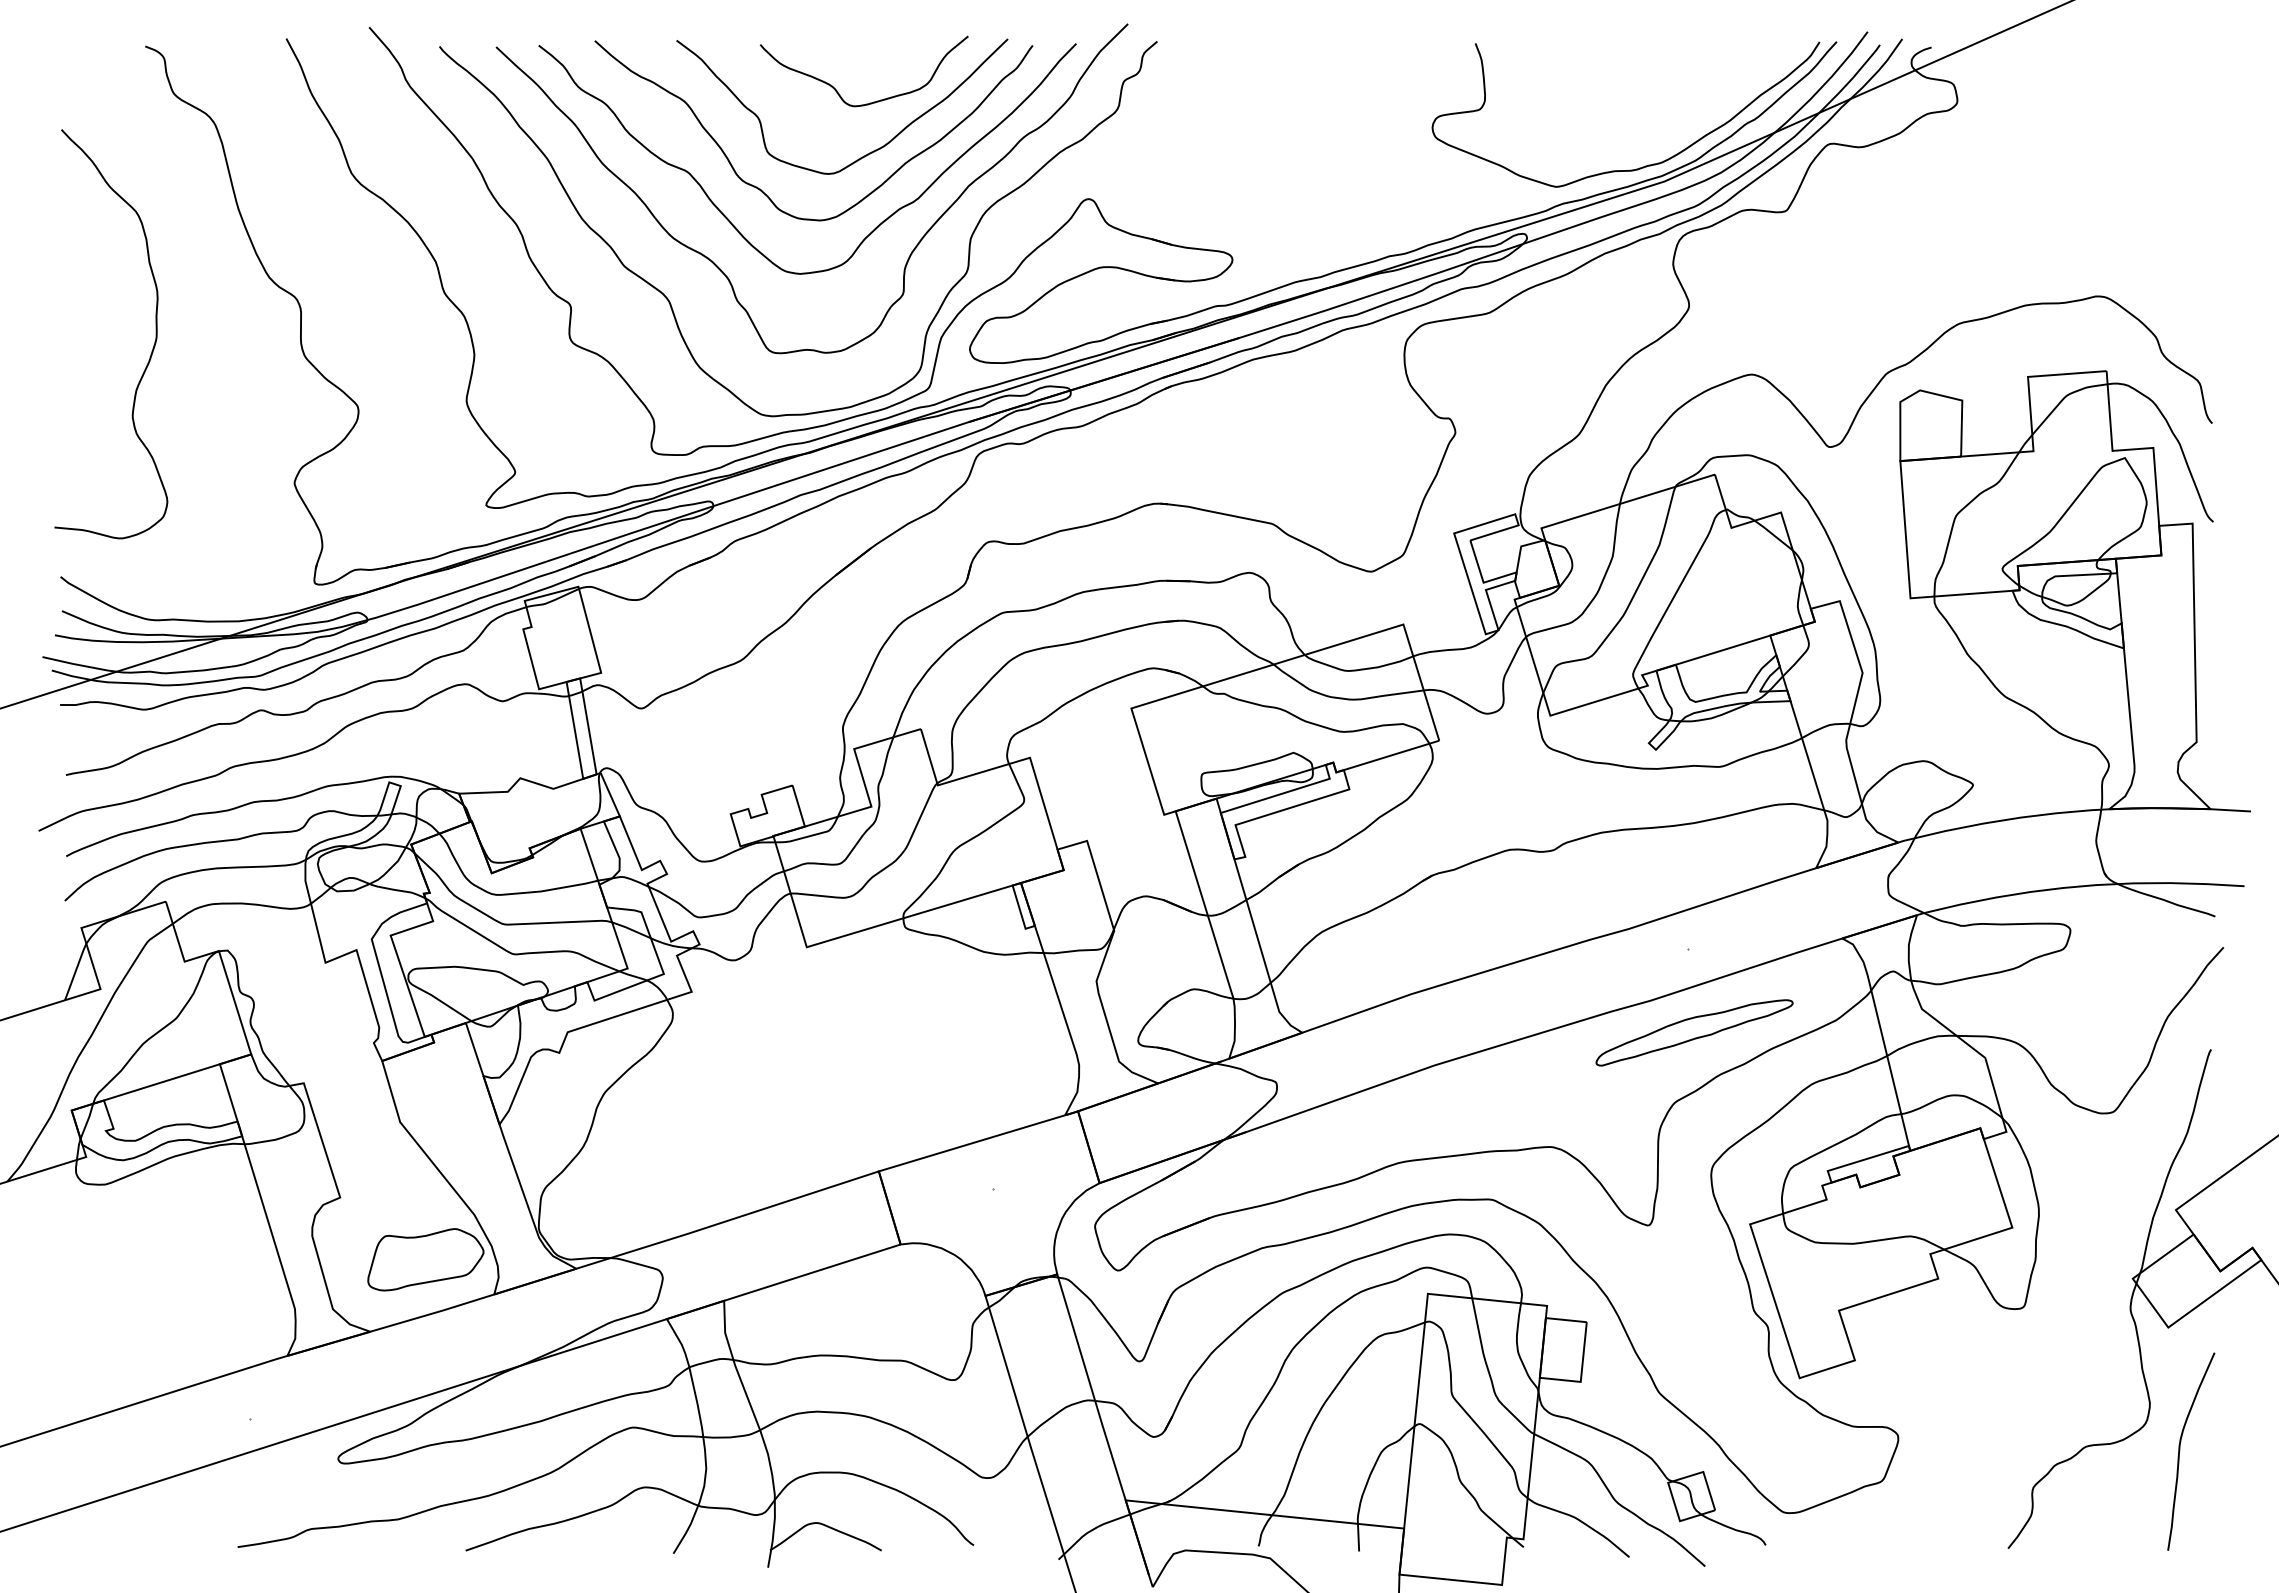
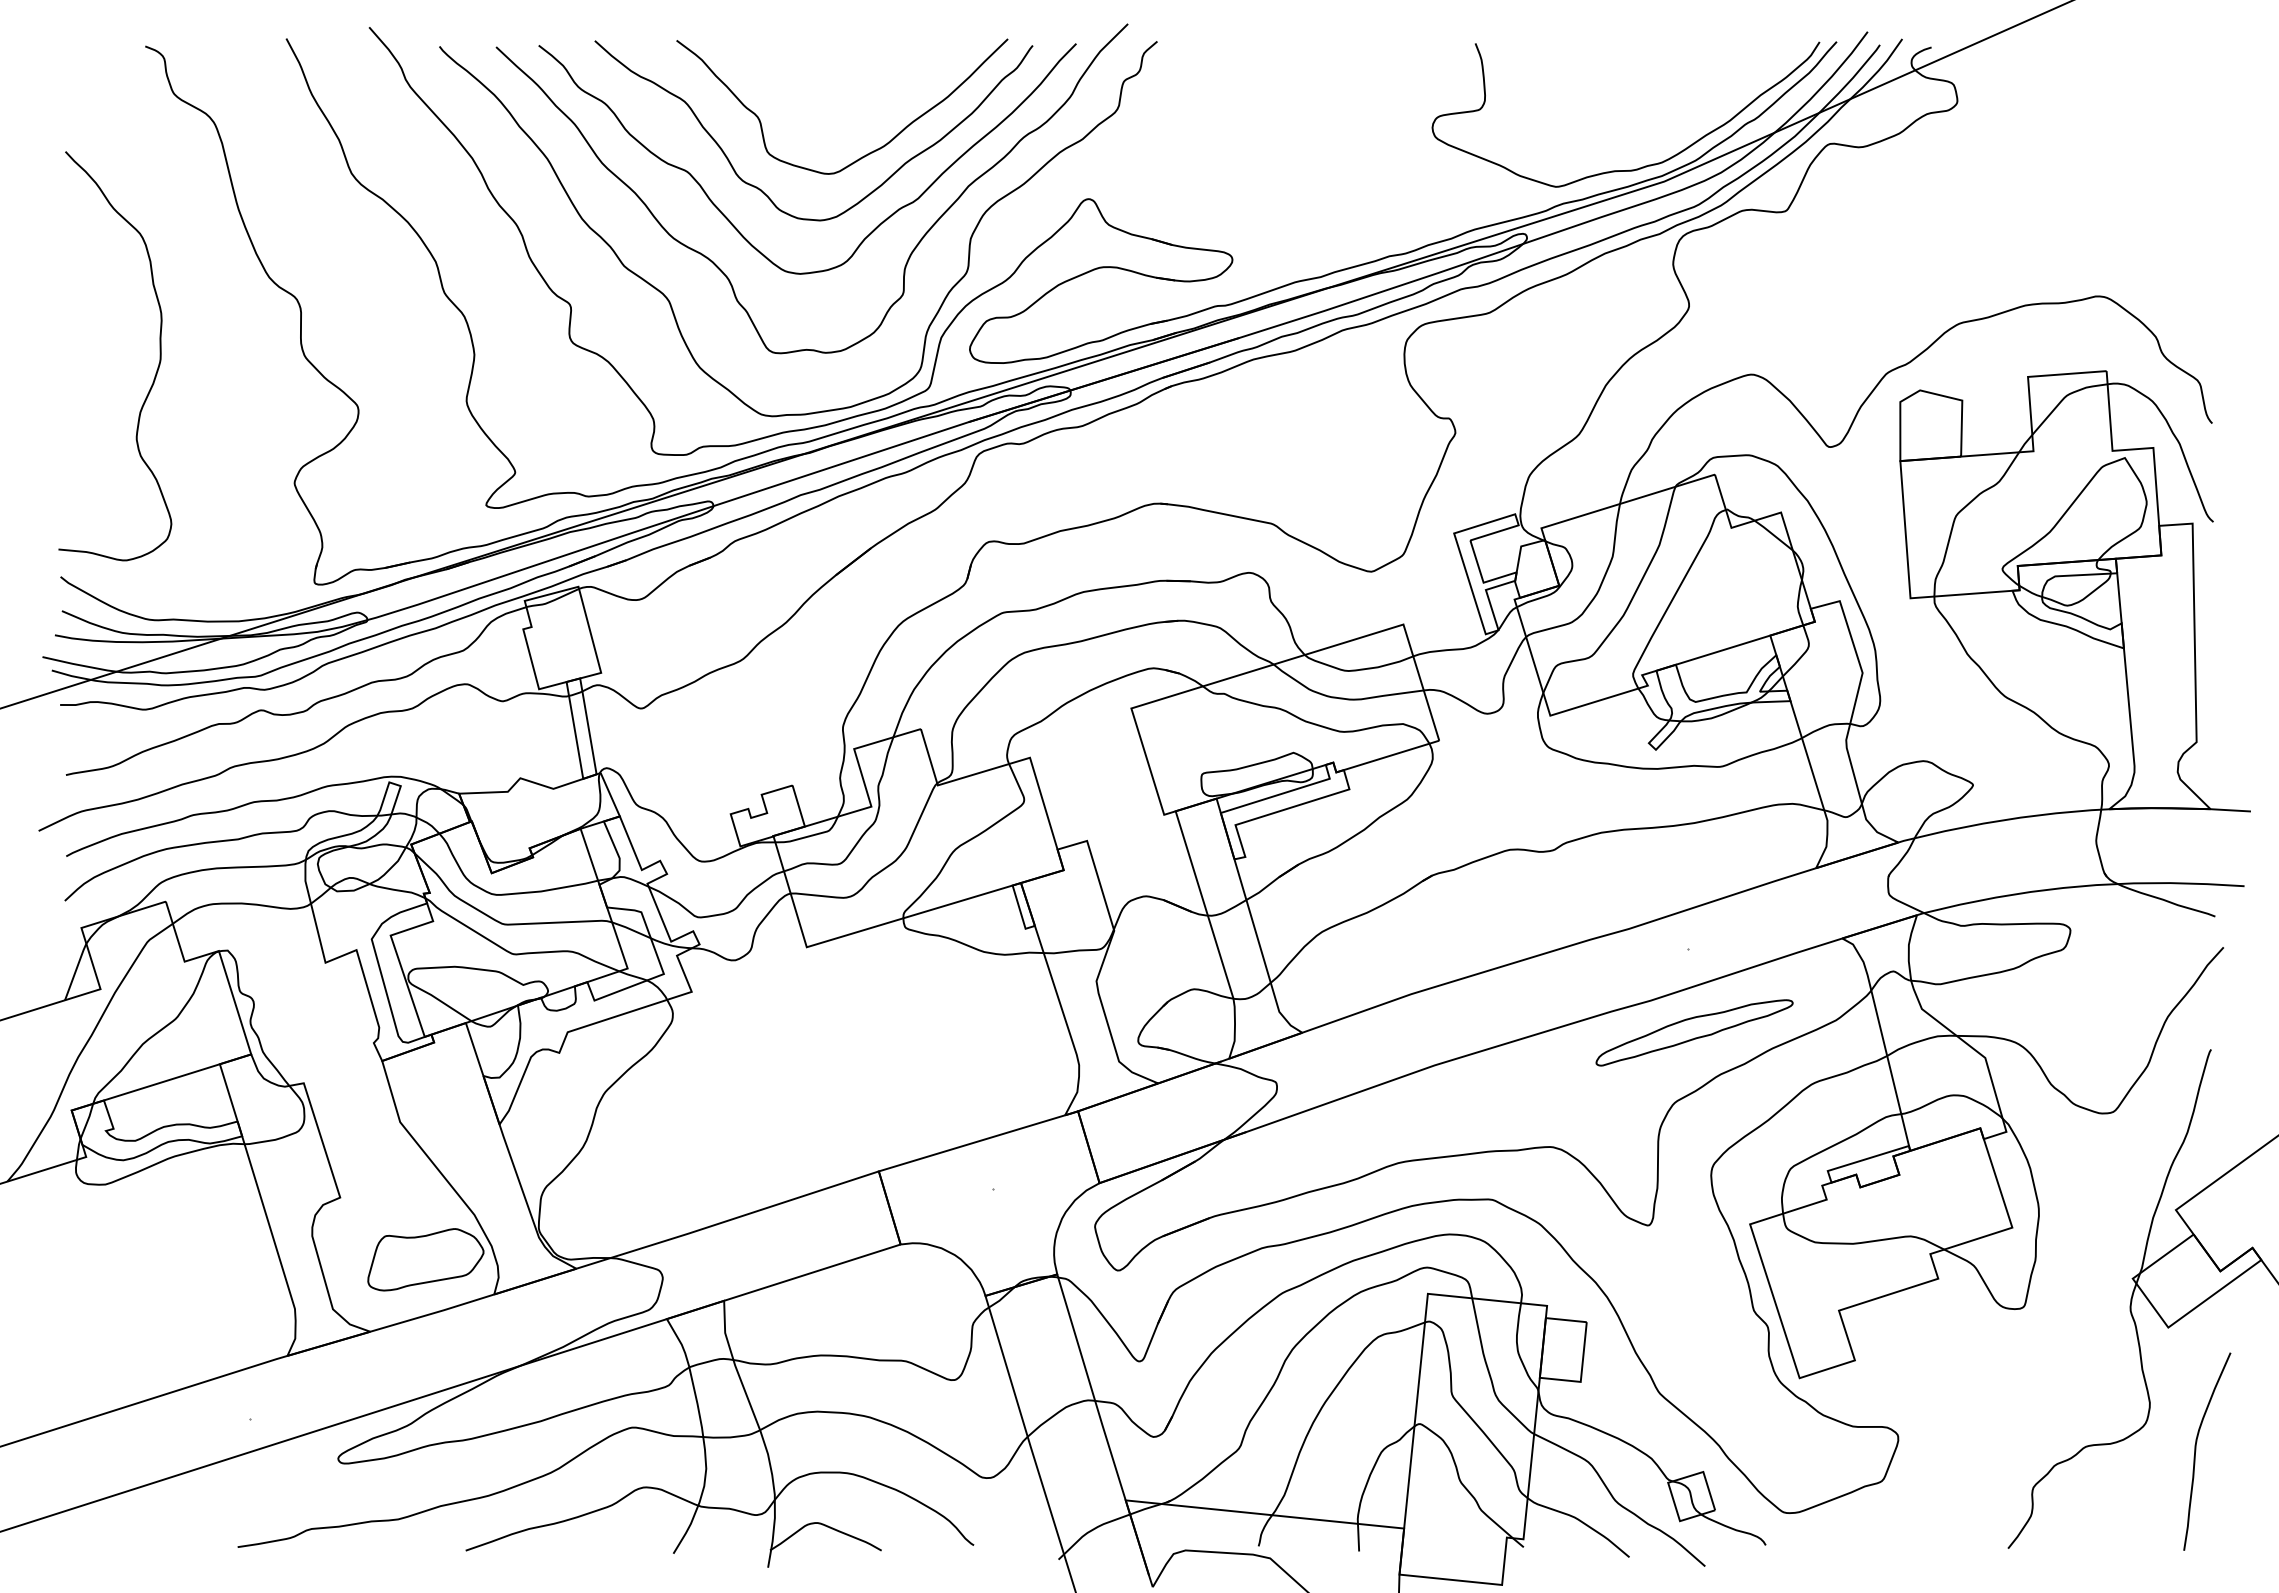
curve at (873, 101): present -> none
curve at (152, 348) position: (152, 348) -> (156, 370)
curve at (2180, 1451) position: (2180, 1451) -> (2196, 1451)
